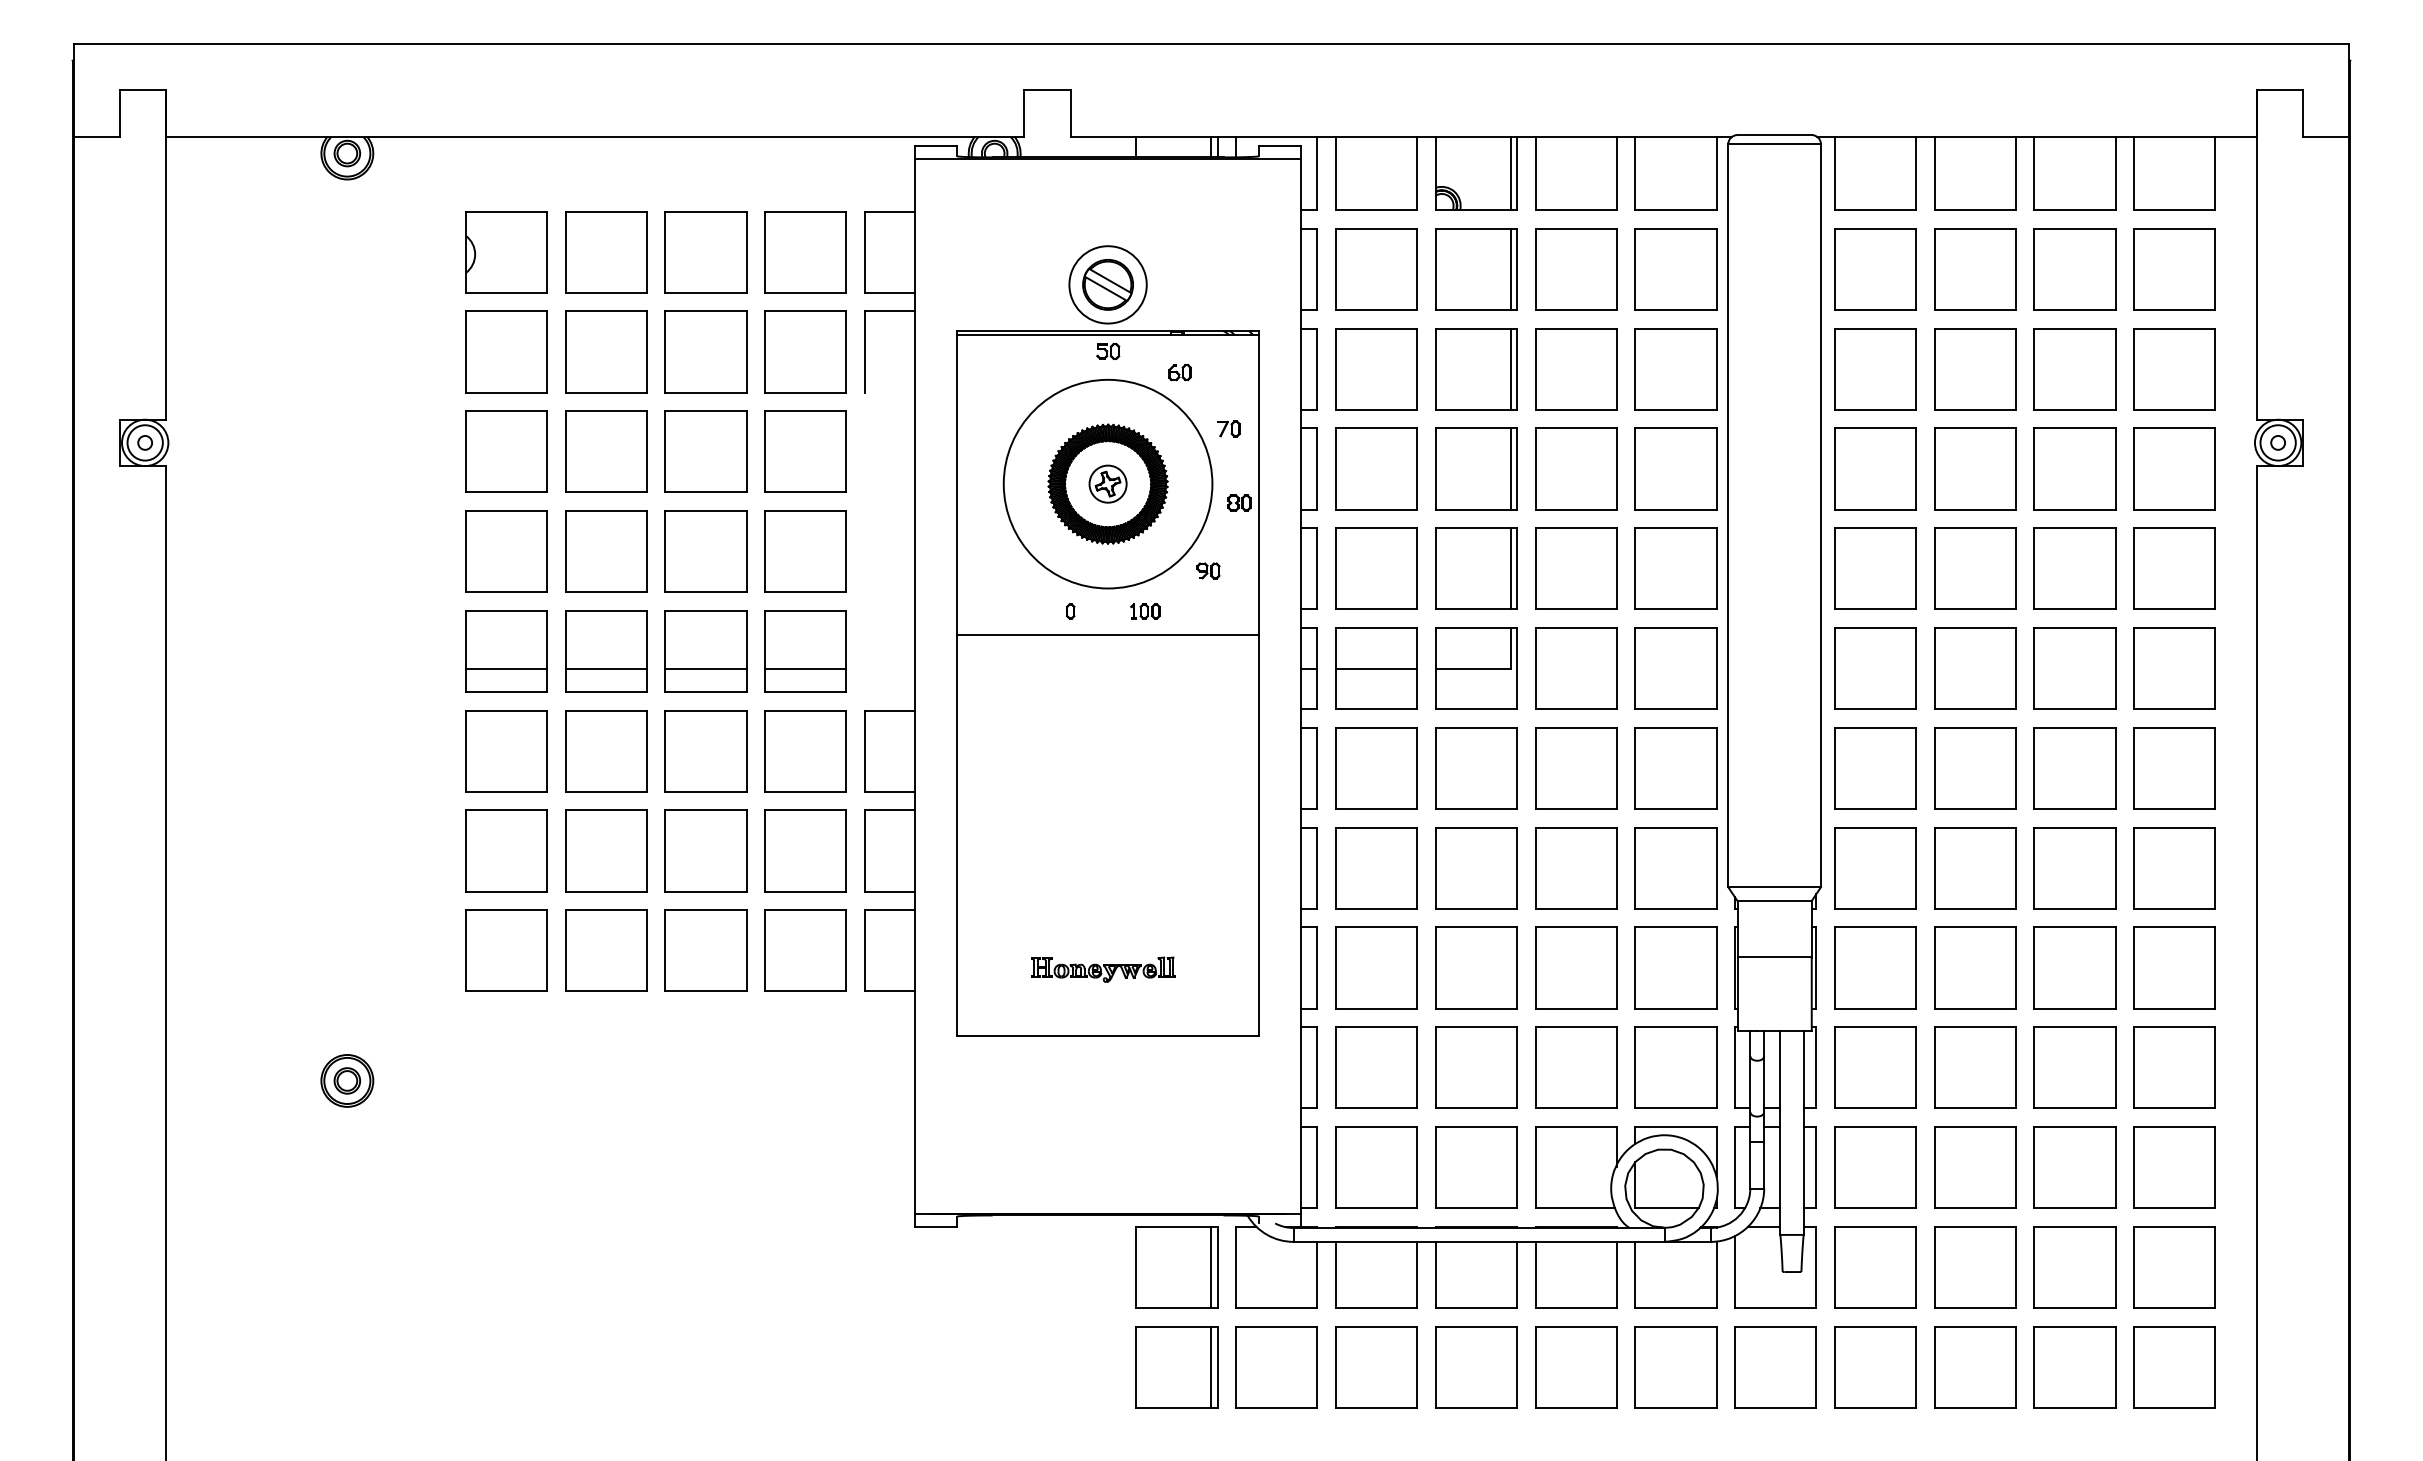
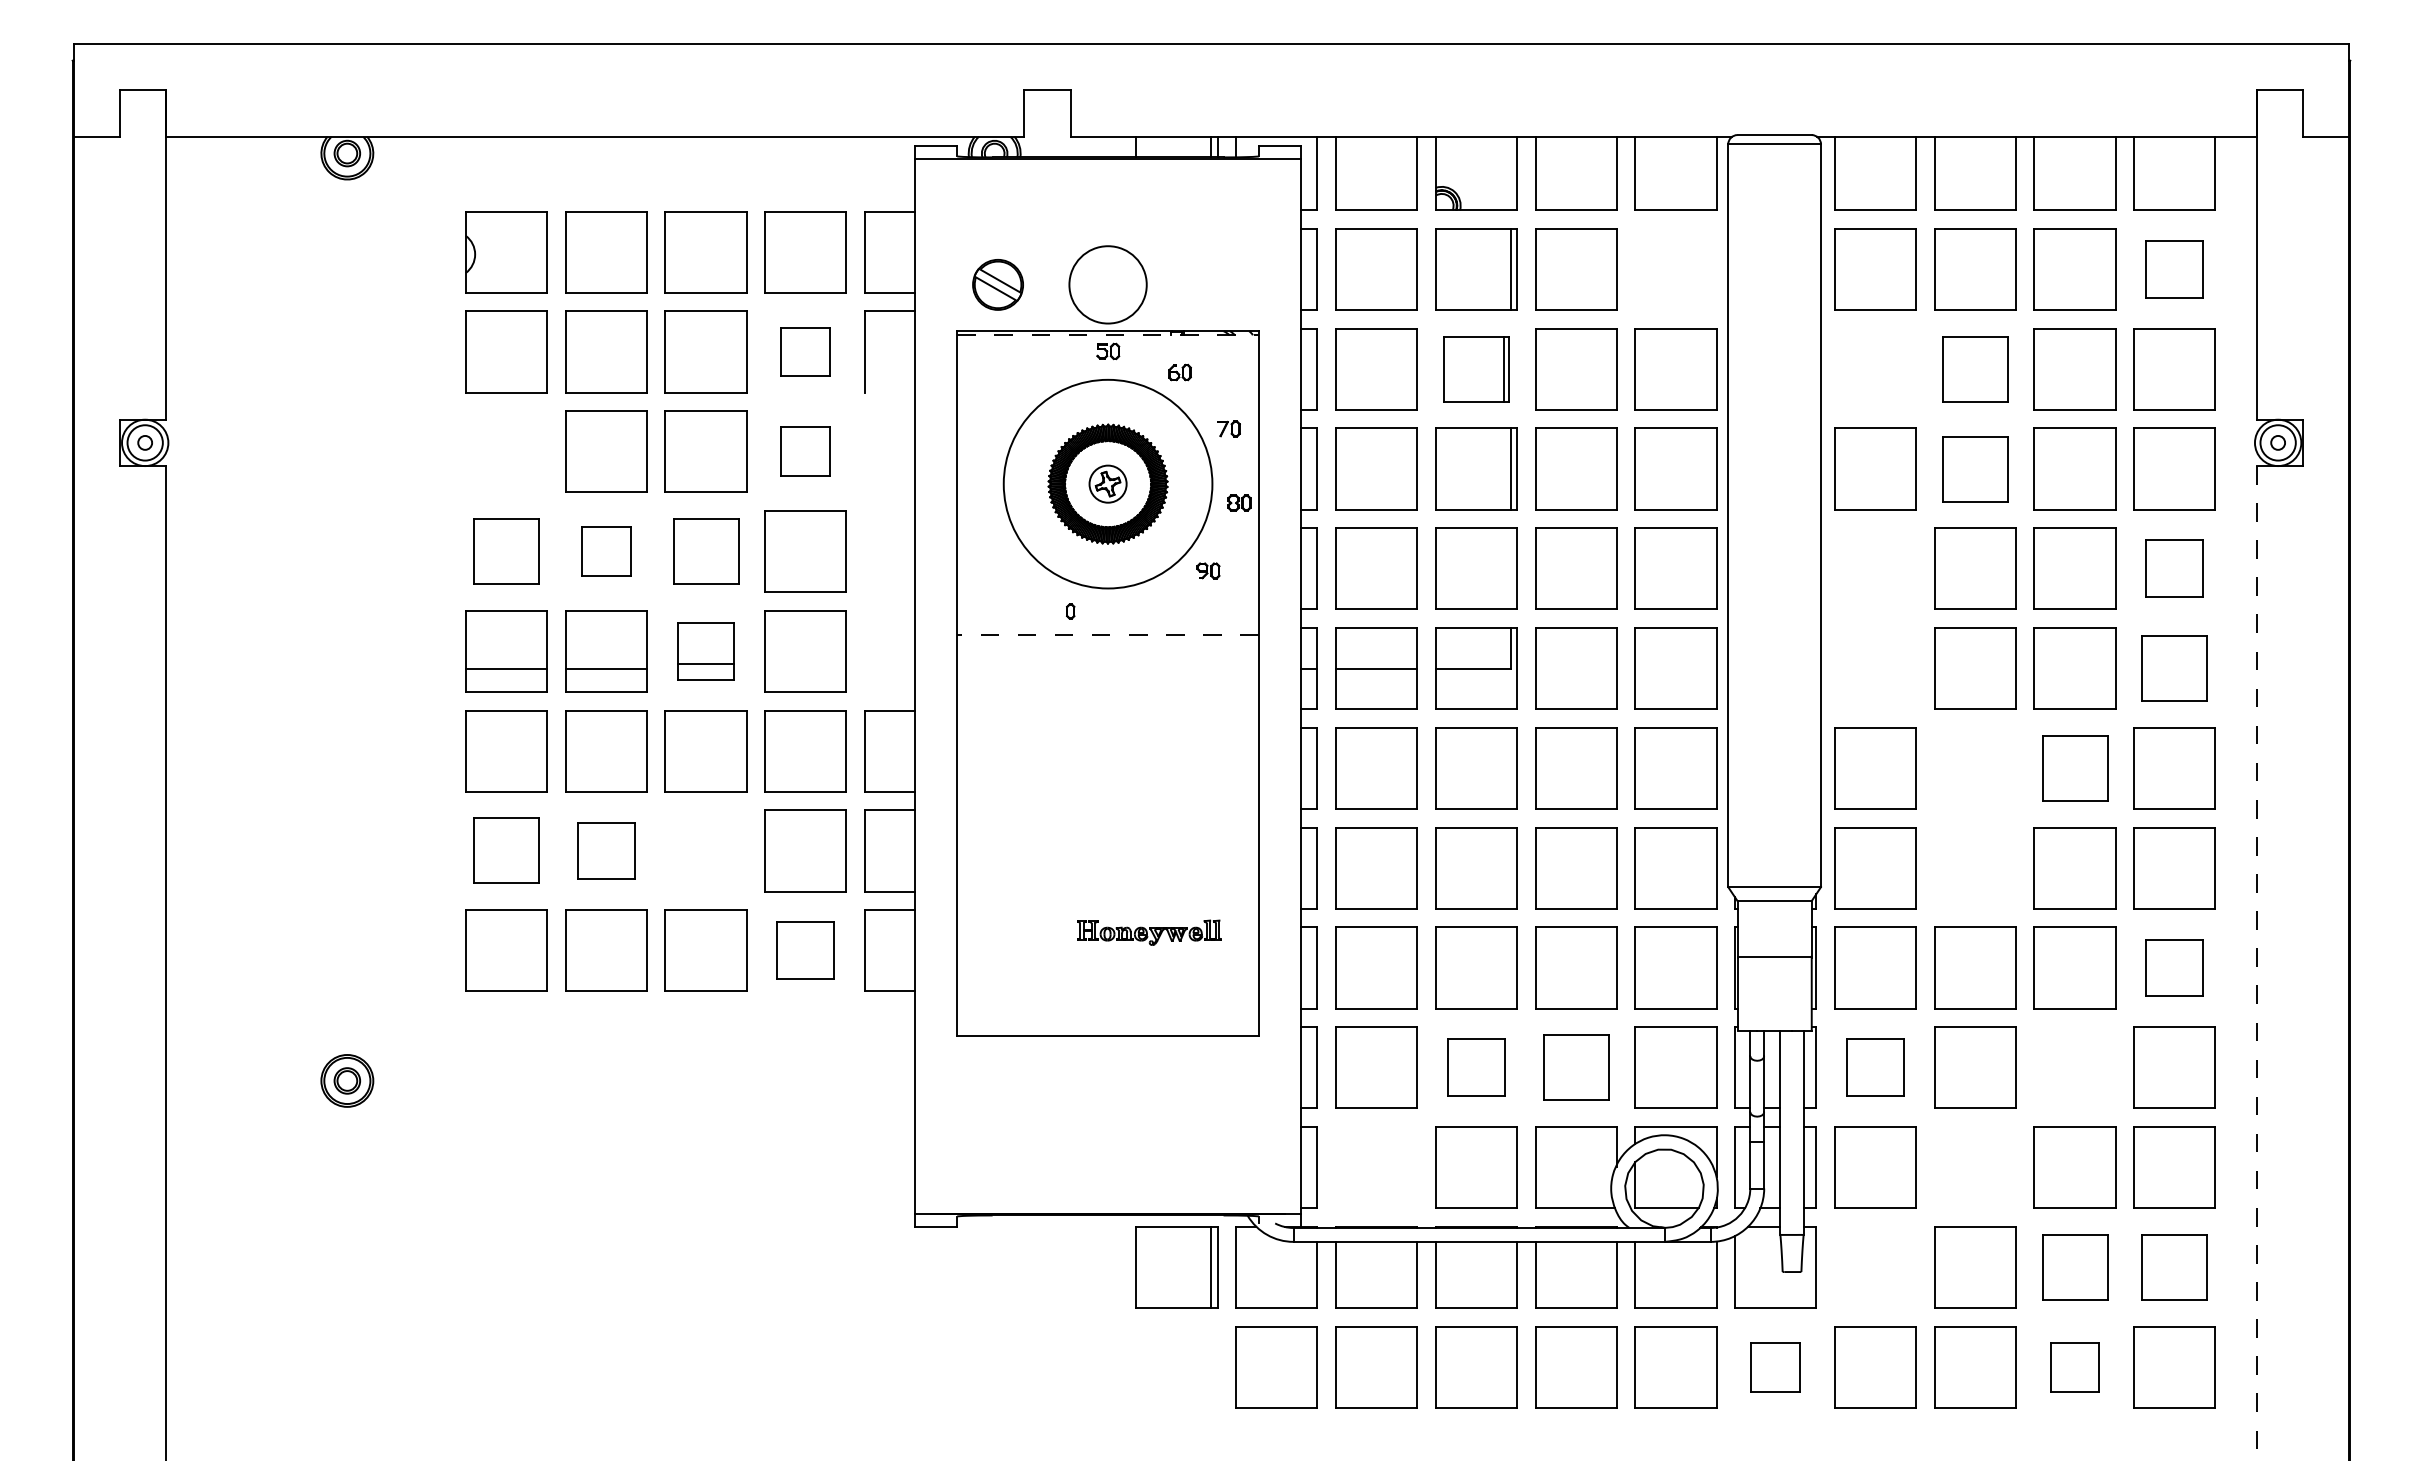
line at (1511, 173): present -> none
part at (1675, 269): present -> none
part at (2174, 269) size: 83x83 px -> 59x59 px
part at (1107, 284) position: (1107, 284) -> (997, 284)
line at (1108, 335): solid -> dashed
part at (805, 351) size: 83x84 px -> 51x50 px
part at (1476, 369) size: 83x83 px -> 67x67 px
part at (1875, 369): present -> none
part at (1975, 369) size: 83x83 px -> 67x67 px
part at (506, 451): present -> none
part at (805, 451) size: 83x83 px -> 51x51 px
part at (1975, 468) size: 83x84 px -> 67x67 px
part at (506, 551) size: 83x83 px -> 67x67 px
part at (606, 551) size: 83x83 px -> 51x51 px
part at (705, 551) size: 84x83 px -> 67x67 px
line at (1511, 568): present -> none
part at (1875, 568): present -> none
part at (2174, 568) size: 83x83 px -> 59x59 px
part at (1145, 611): present -> none
line at (1108, 634): solid -> dashed
part at (705, 651) size: 84x83 px -> 58x59 px
part at (1875, 668): present -> none
part at (2174, 668) size: 83x83 px -> 67x67 px
line at (805, 669): present -> none
part at (1975, 768): present -> none
part at (2074, 768) size: 84x83 px -> 67x67 px
part at (506, 850) size: 83x84 px -> 67x67 px
part at (606, 850) size: 83x84 px -> 59x58 px
part at (705, 850): present -> none
part at (1975, 868): present -> none
part at (805, 950) size: 83x83 px -> 59x59 px
line at (2256, 964): solid -> dashed
part at (2174, 967) size: 83x84 px -> 59x58 px
part at (1103, 969) position: (1103, 969) -> (1149, 932)
part at (1476, 1067) size: 83x83 px -> 59x59 px
part at (1576, 1067) size: 83x83 px -> 67x67 px
part at (1875, 1067) size: 83x83 px -> 59x59 px
part at (2074, 1067): present -> none
part at (1376, 1167): present -> none
part at (1975, 1167): present -> none
part at (1875, 1267): present -> none
part at (2074, 1267) size: 84x83 px -> 67x67 px
part at (2174, 1267) size: 83x83 px -> 67x67 px
part at (1176, 1367): present -> none
part at (1775, 1367) size: 83x83 px -> 51x51 px
part at (2074, 1367) size: 84x83 px -> 50x51 px
